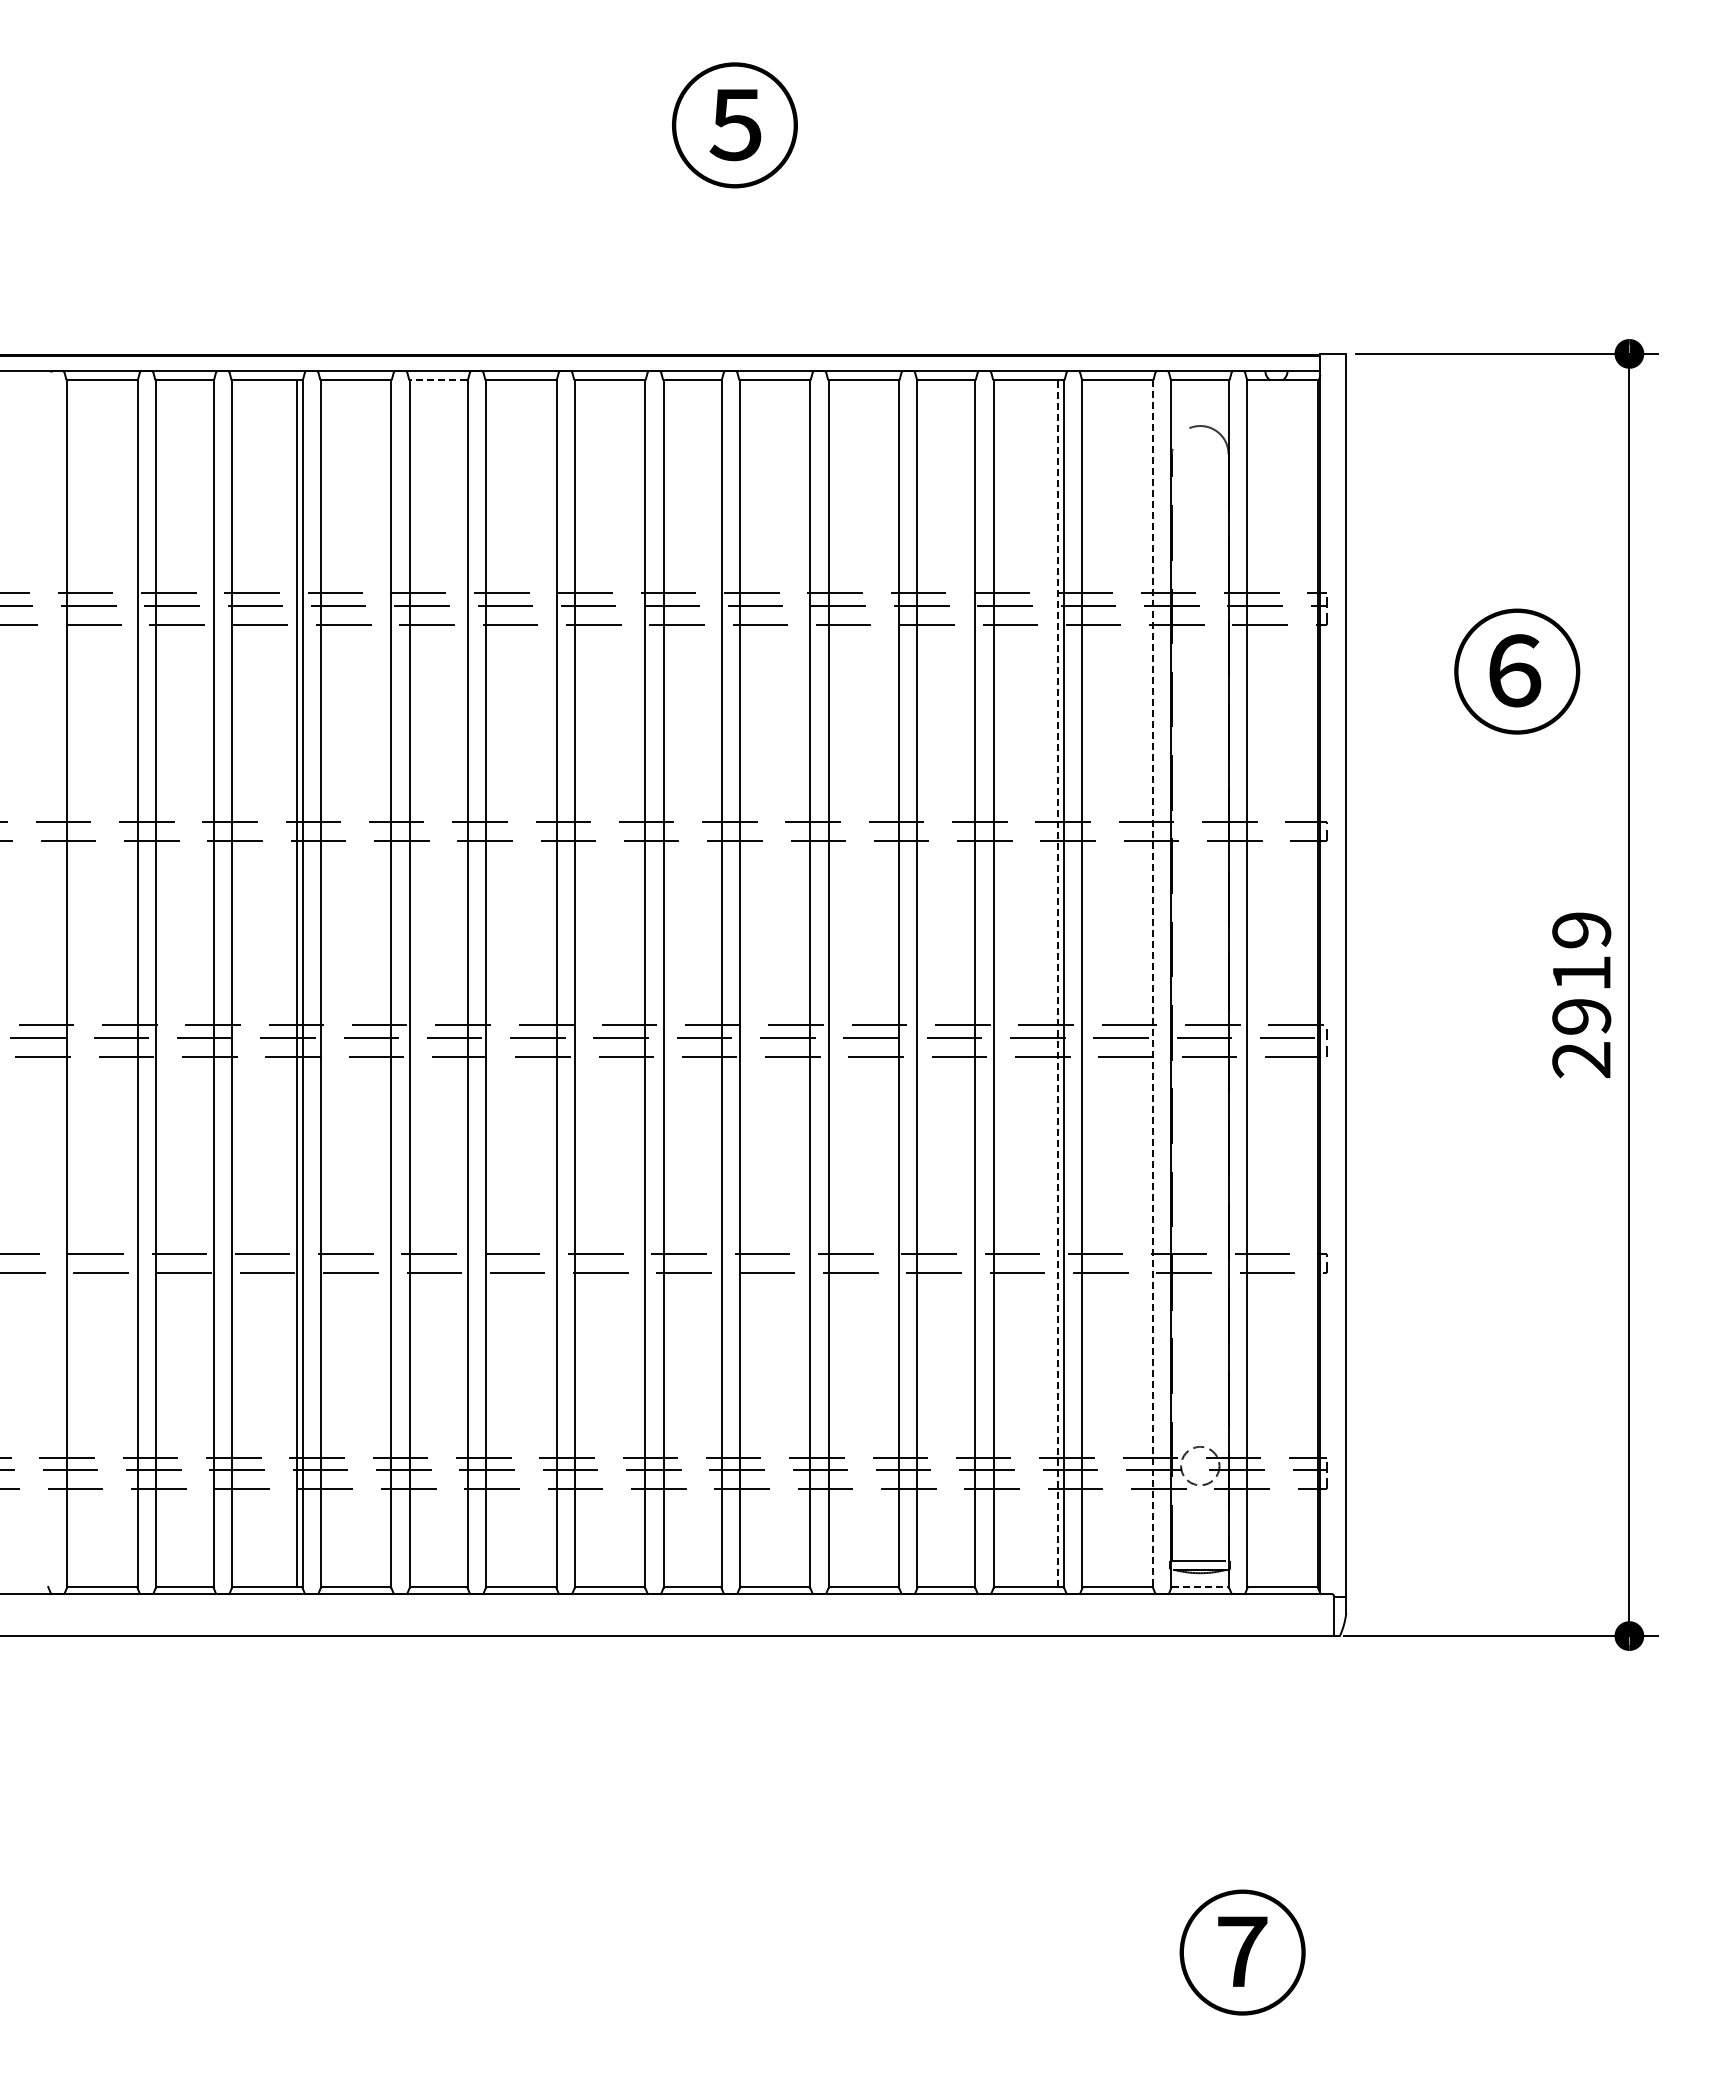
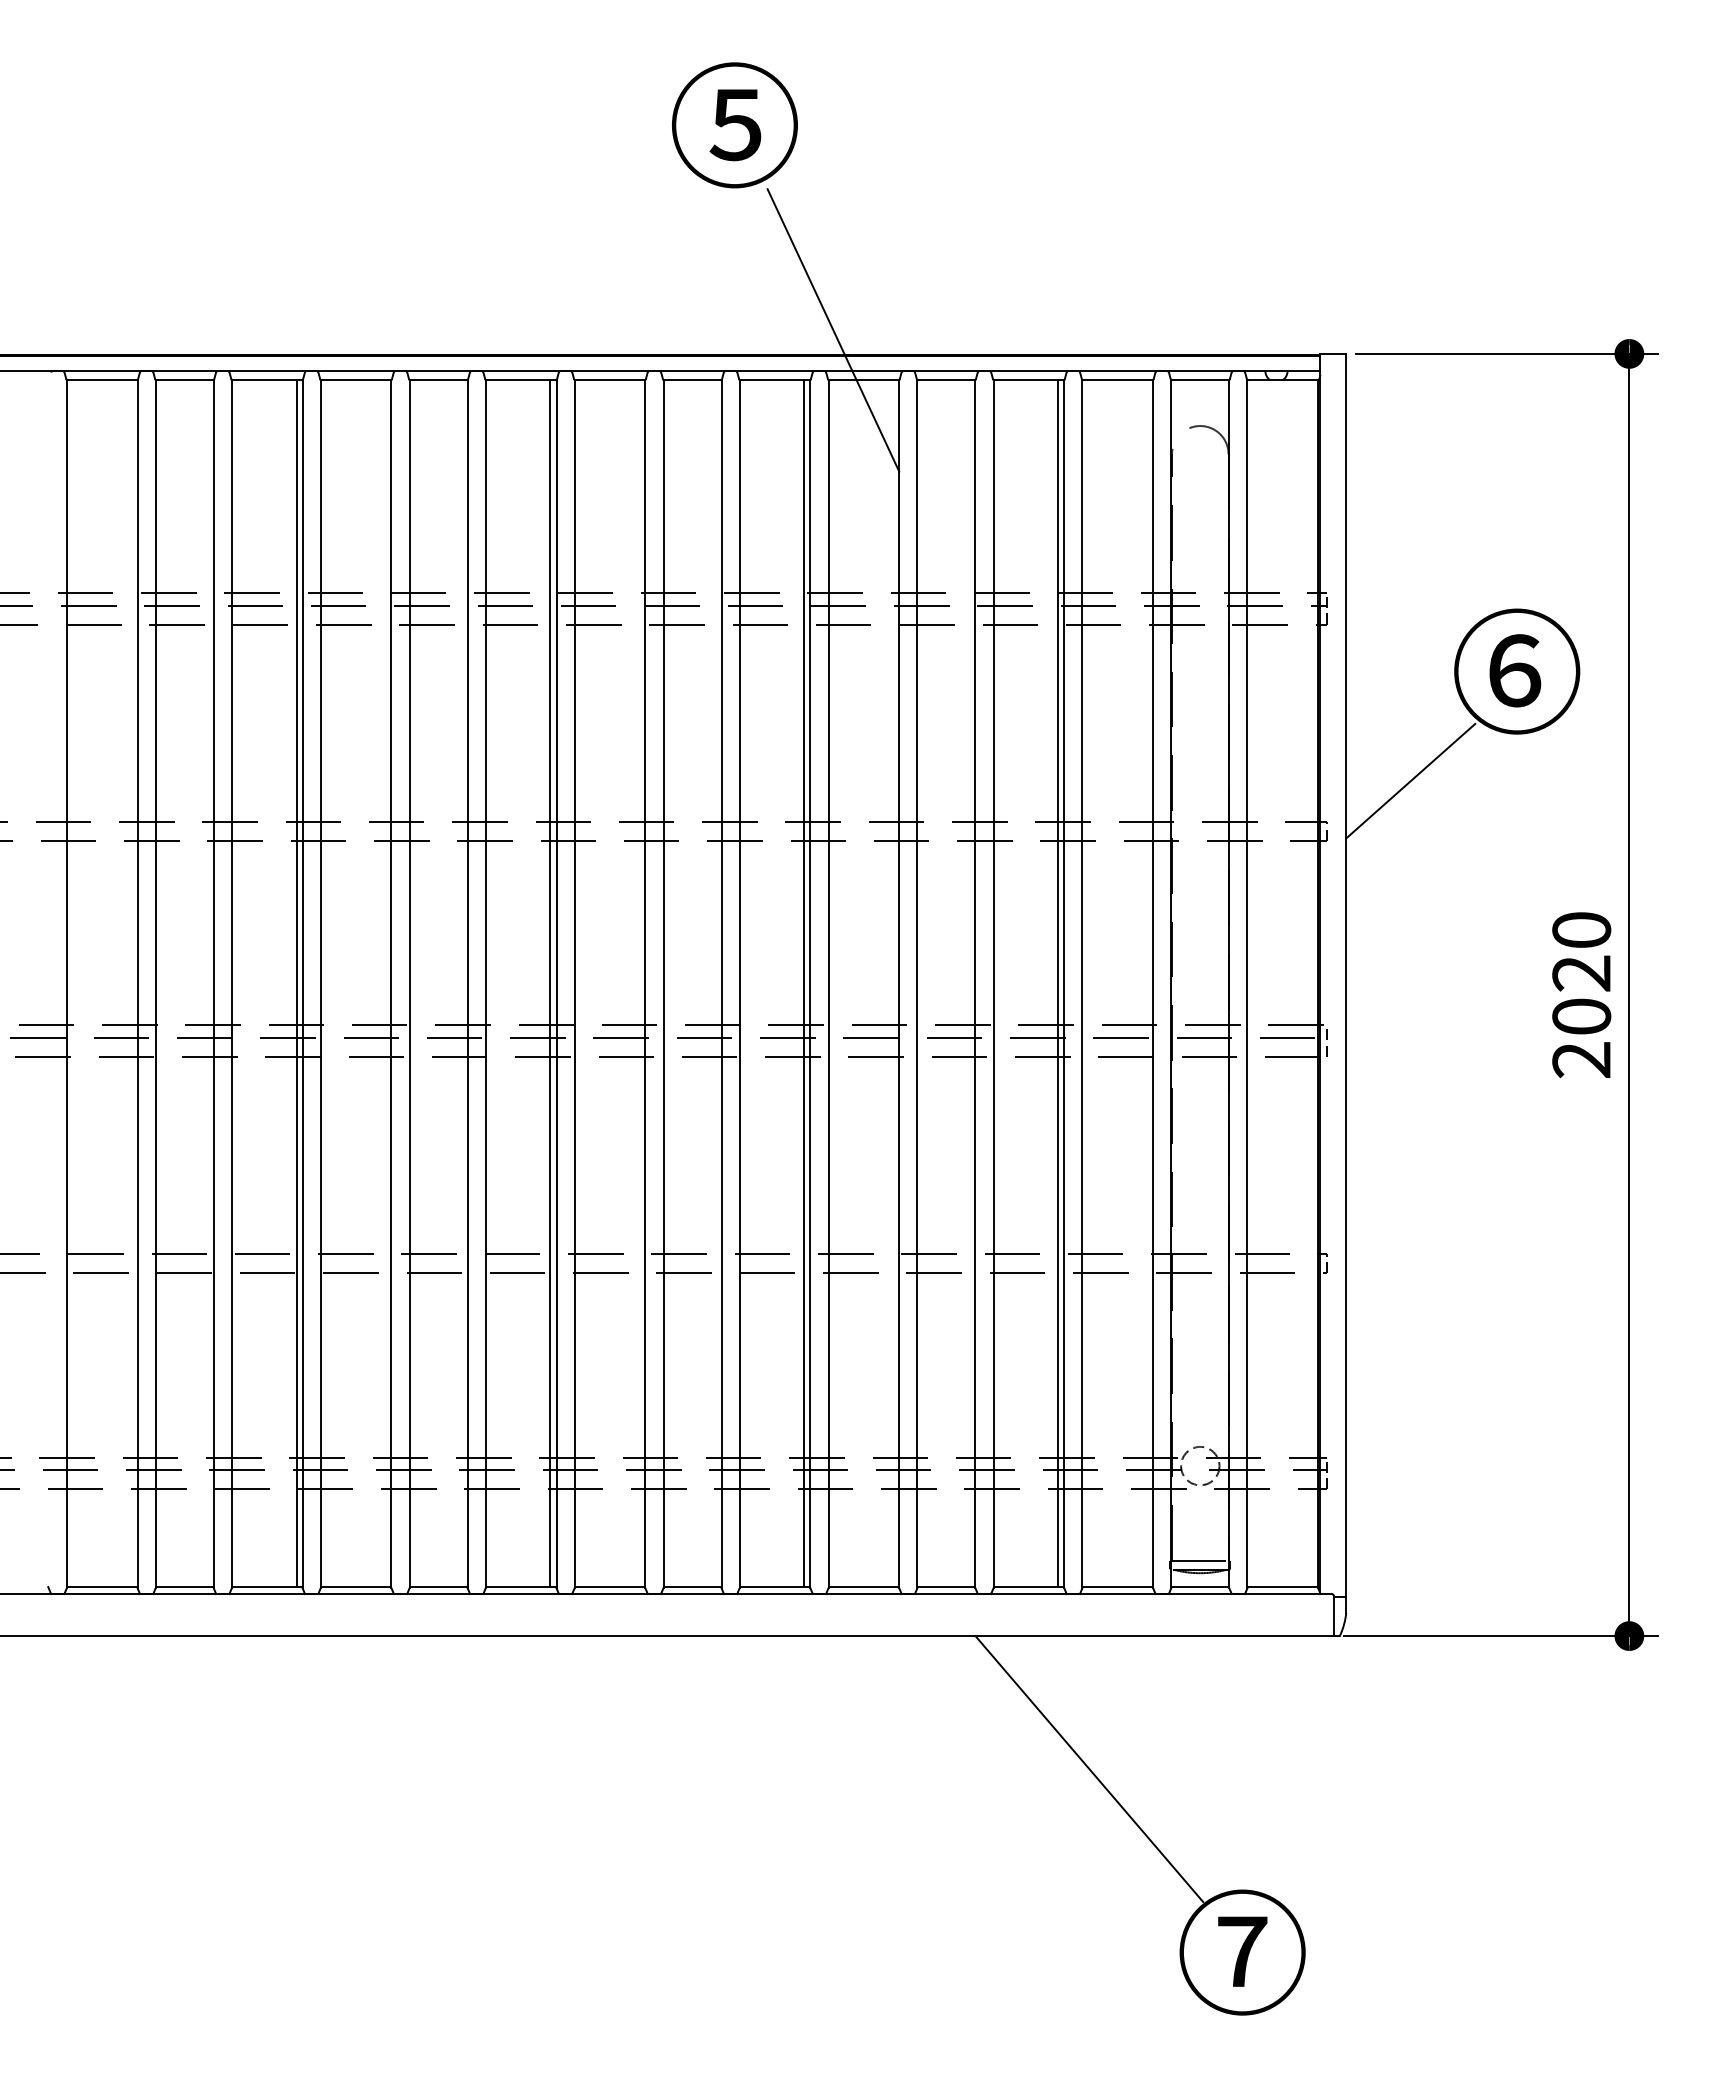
line at (833, 330): none -> present
line at (438, 380): dashed -> solid
line at (1410, 780): none -> present
text at (1581, 973): 2919 -> 2020
line at (550, 983): none -> present
line at (804, 983): none -> present
line at (1058, 983): dashed -> solid
line at (1153, 984): dashed -> solid
line at (1200, 1587): dashed -> solid
line at (1089, 1768): none -> present
